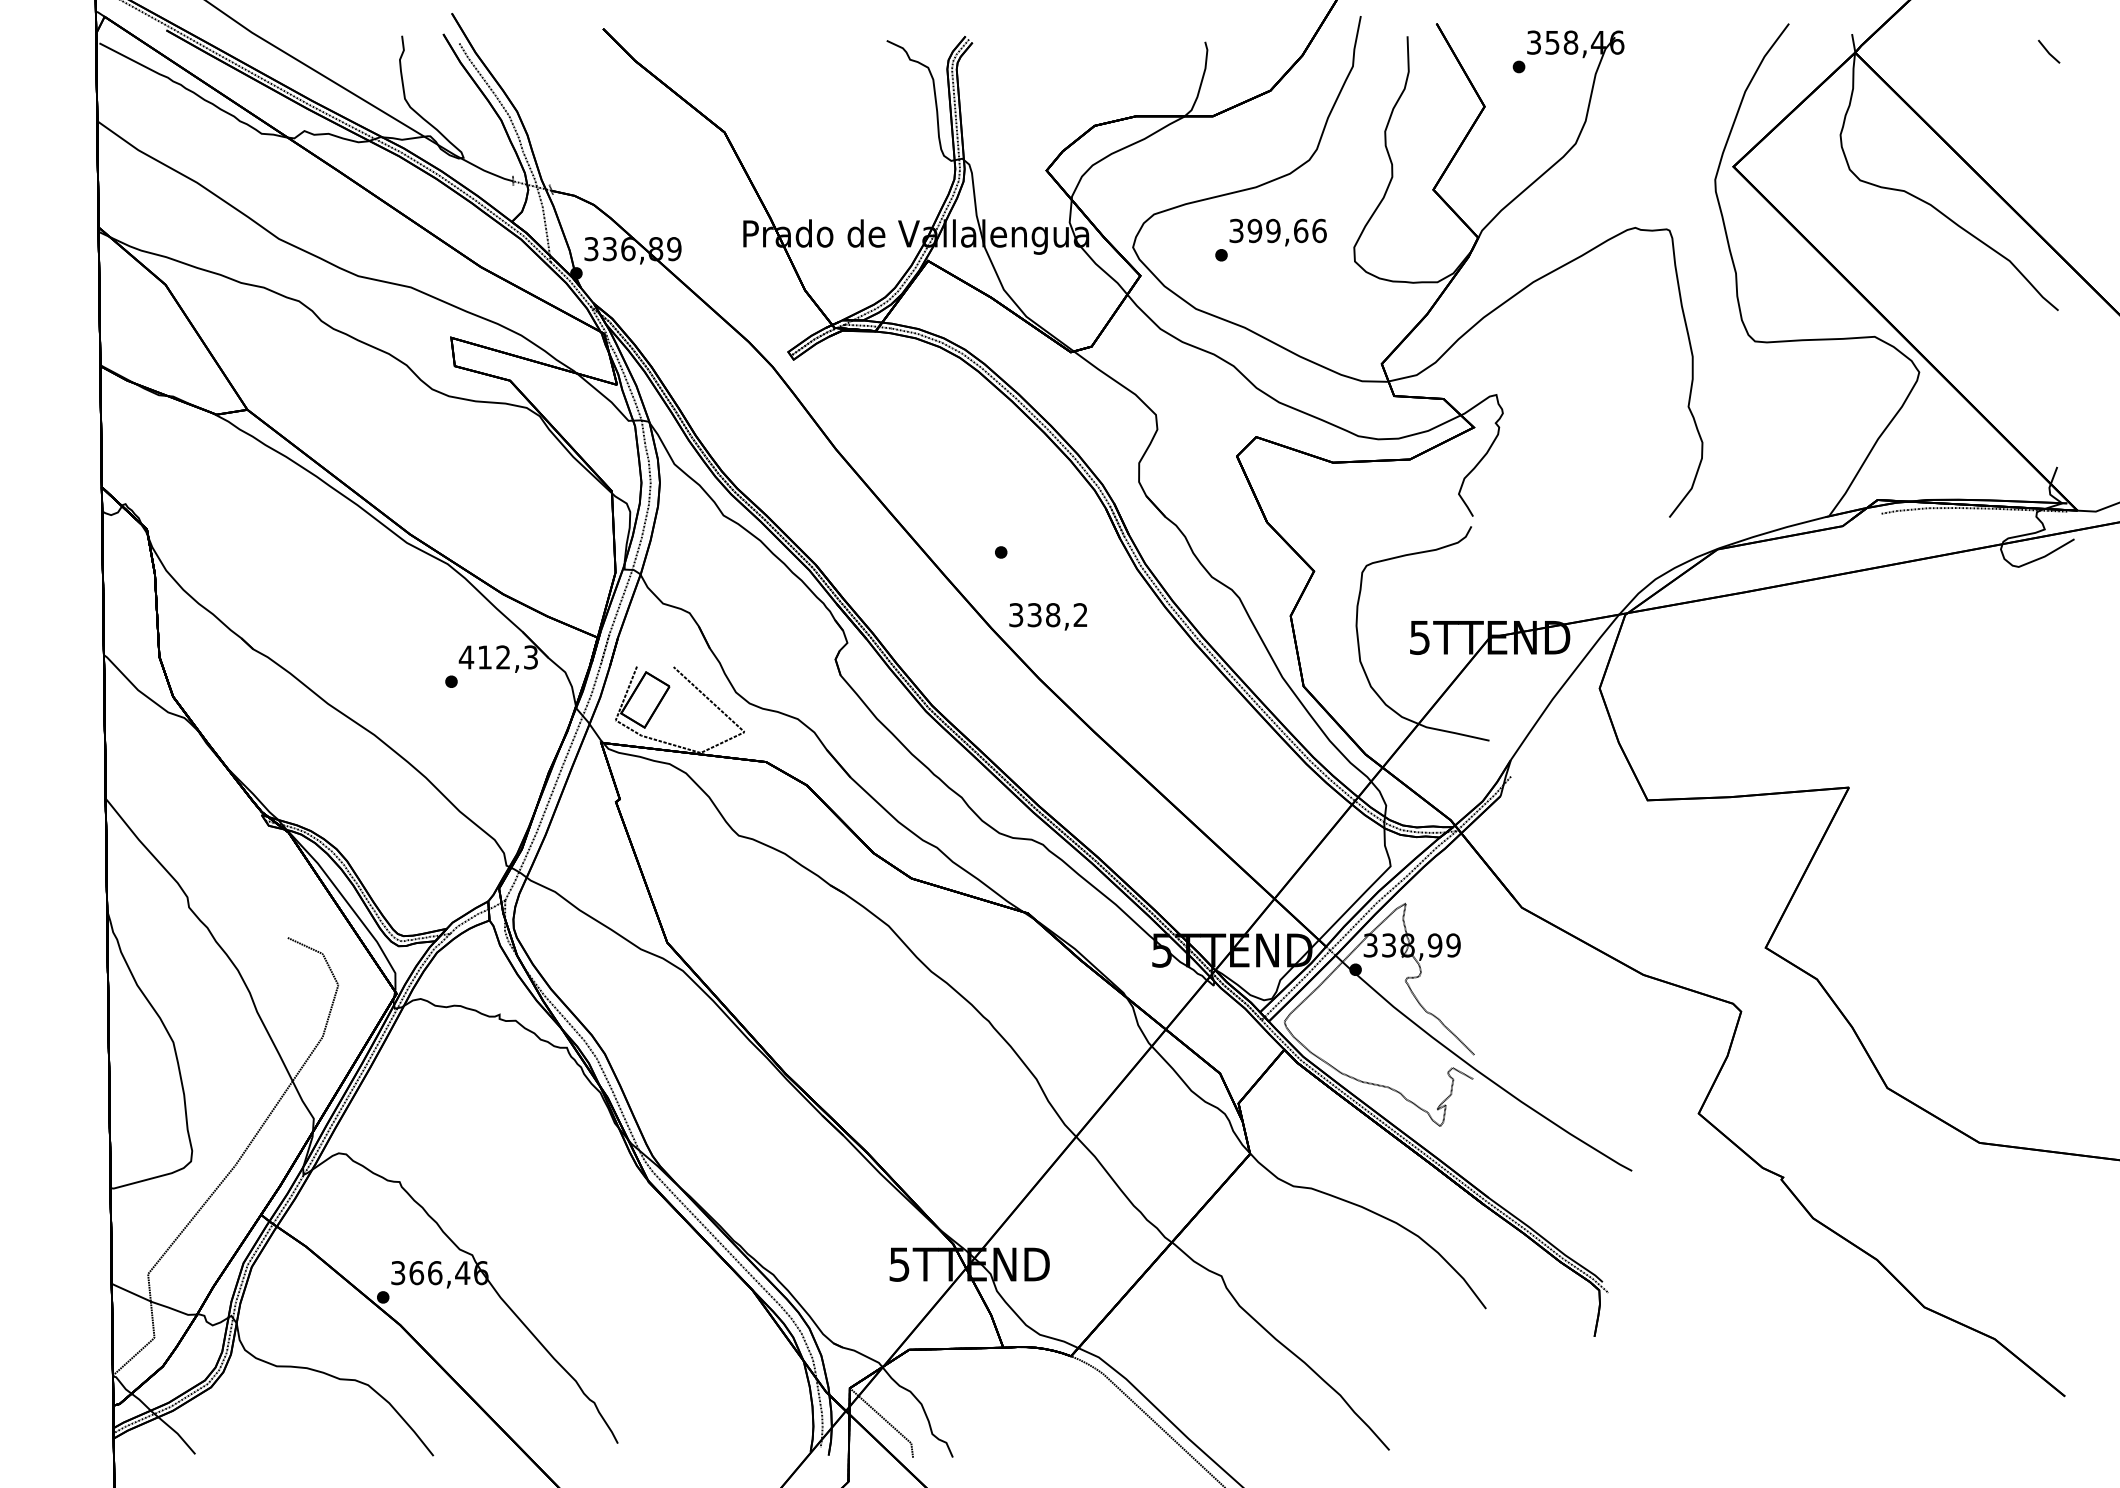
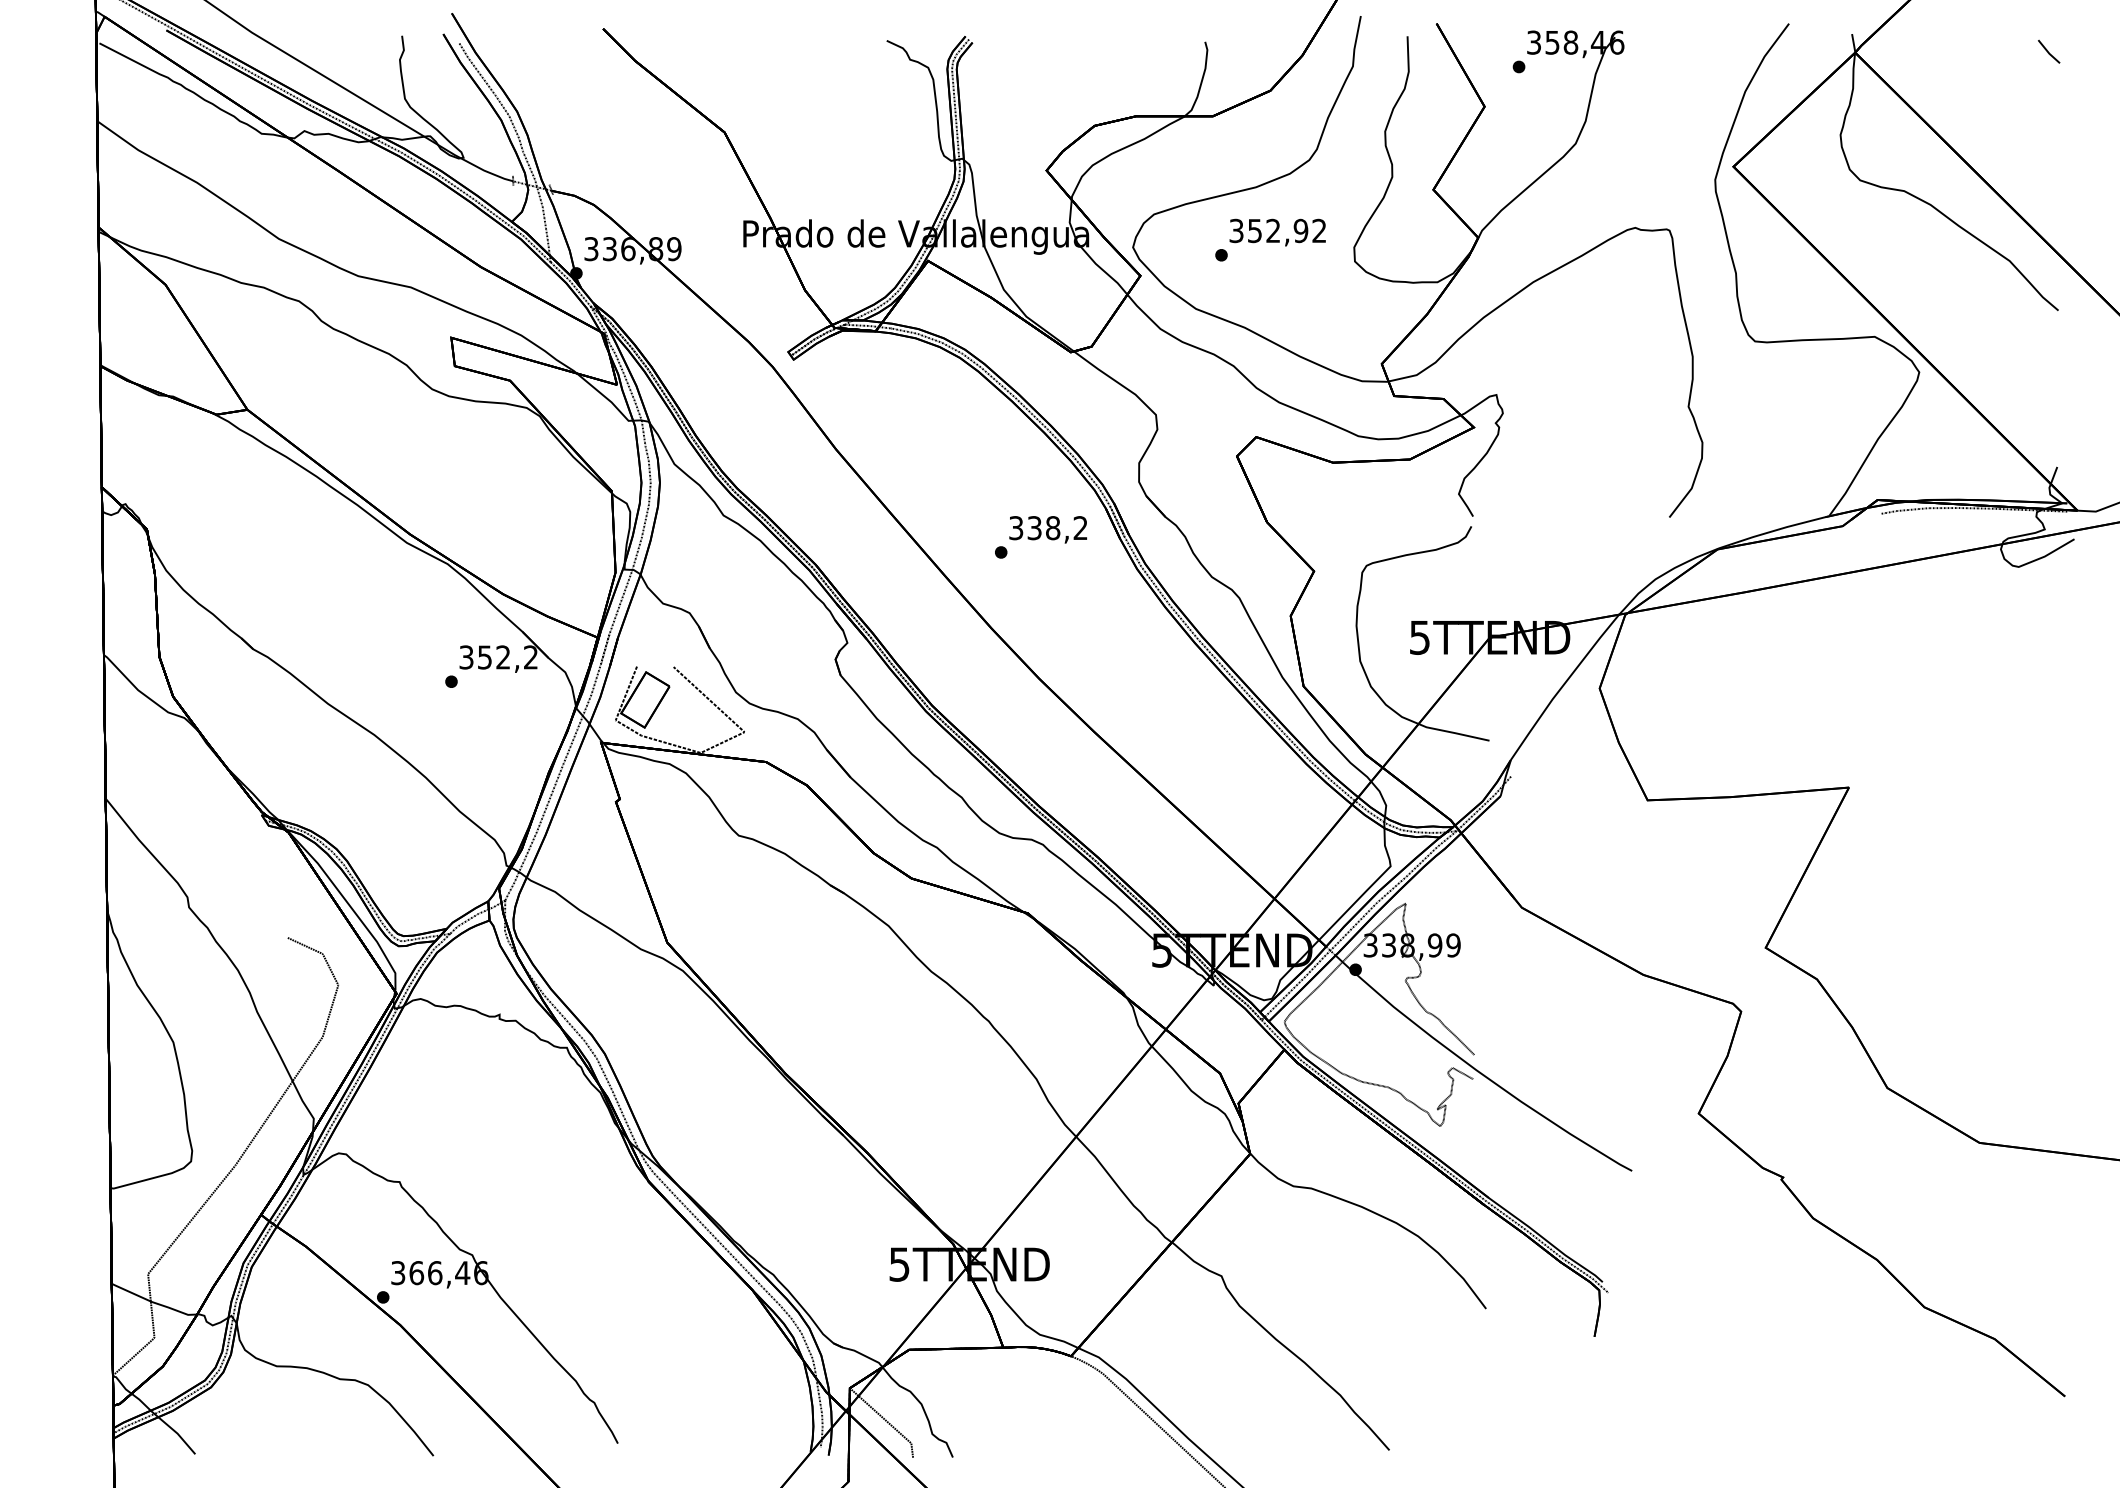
text at (1286, 230): 399,66 -> 352,92
text at (1047, 616) position: (1047, 616) -> (1047, 529)
text at (497, 657): 412,3 -> 352,2
